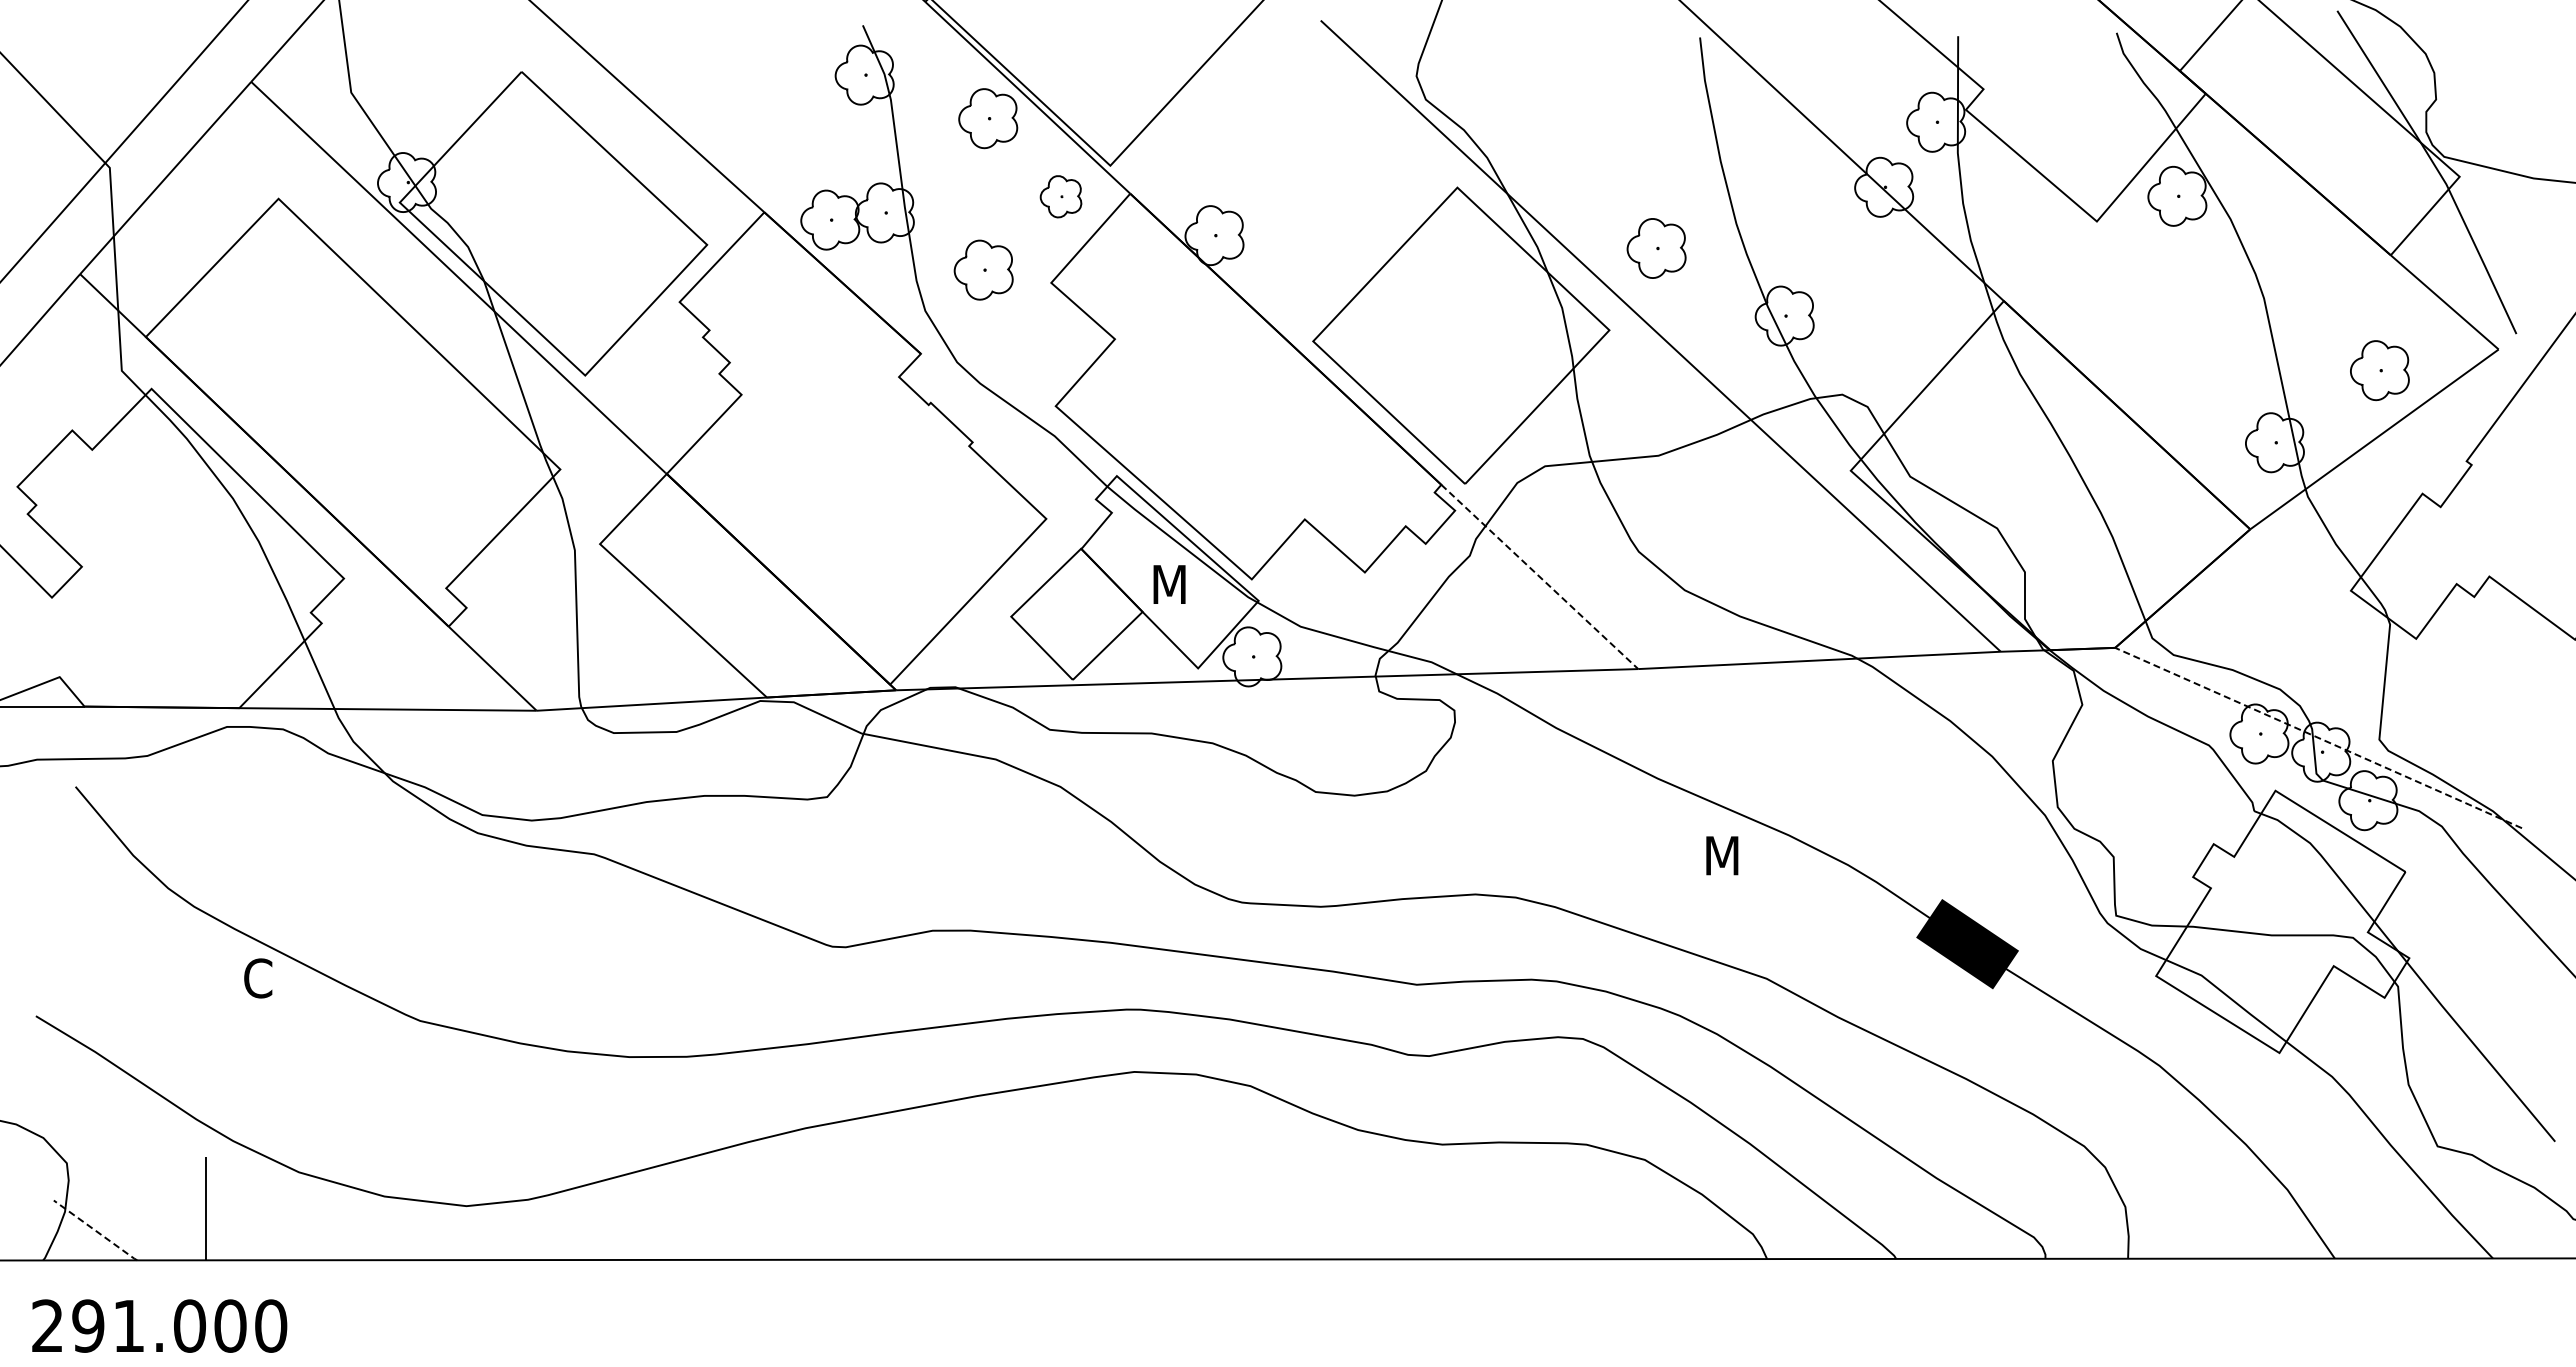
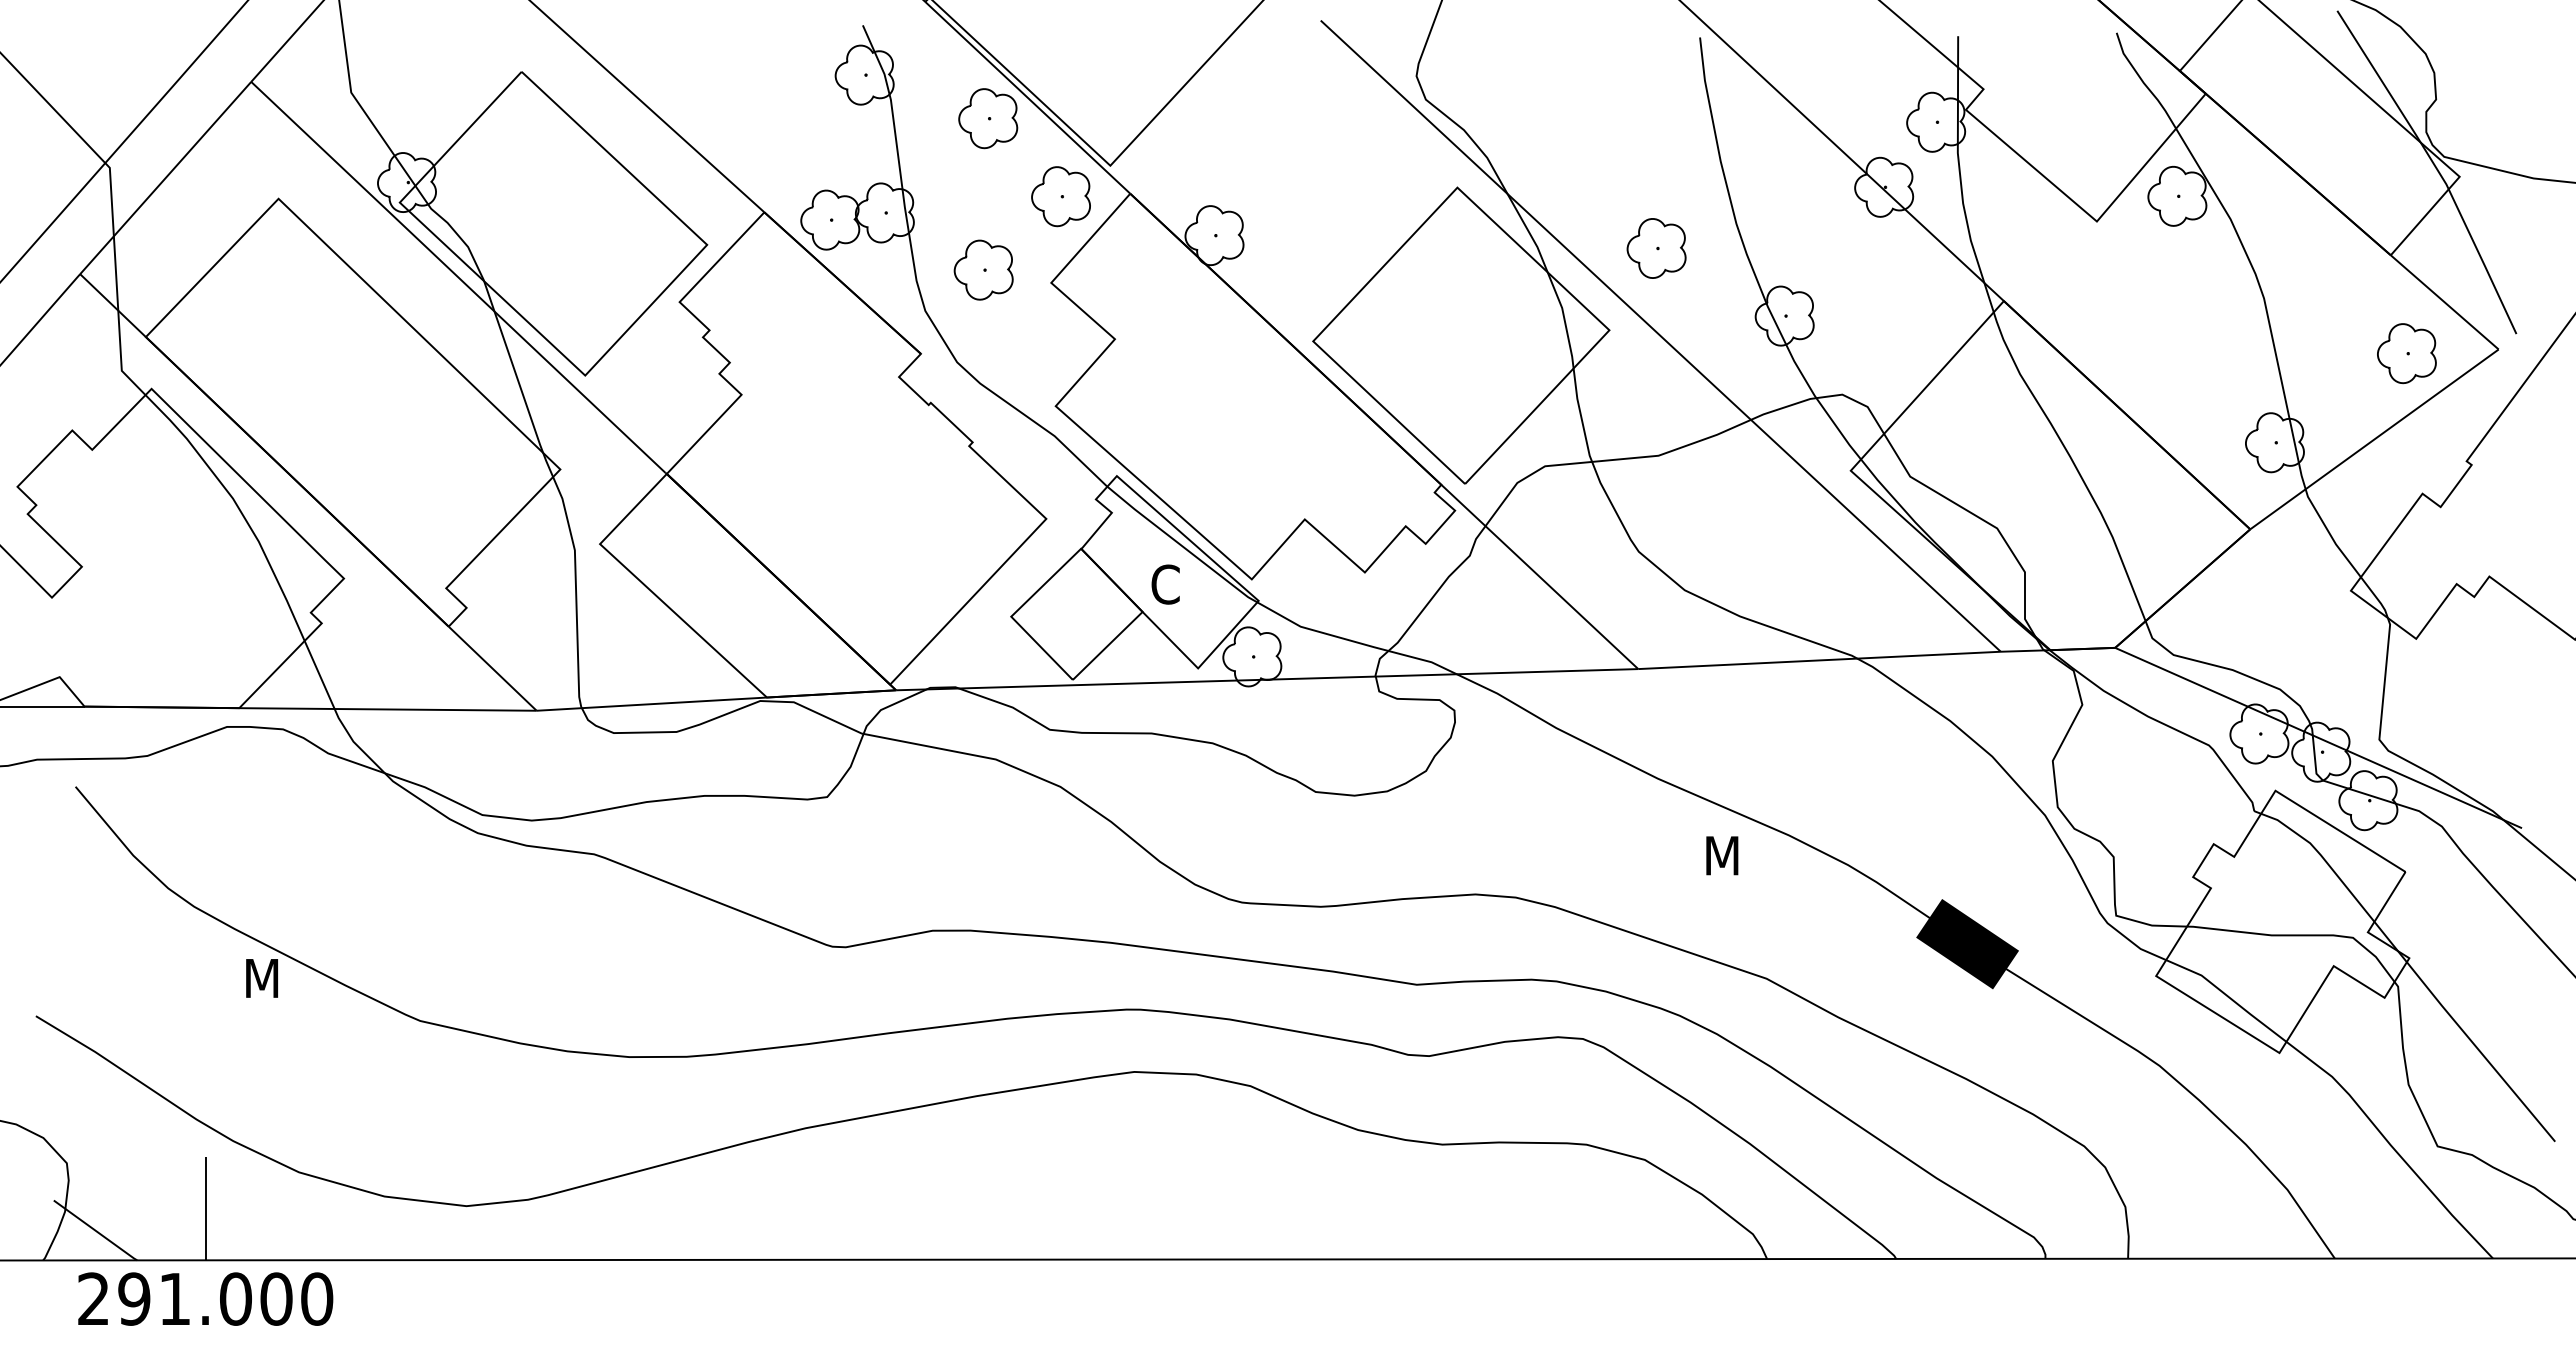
part at (1060, 196) size: 44x44 px -> 60x62 px
part at (2379, 370) position: (2379, 370) -> (2406, 353)
line at (1539, 576): dashed -> solid
text at (1168, 584): M -> C
line at (2319, 738): dashed -> solid
text at (261, 978): C -> M
line at (95, 1230): dashed -> solid
text at (159, 1325) position: (159, 1325) -> (205, 1298)
